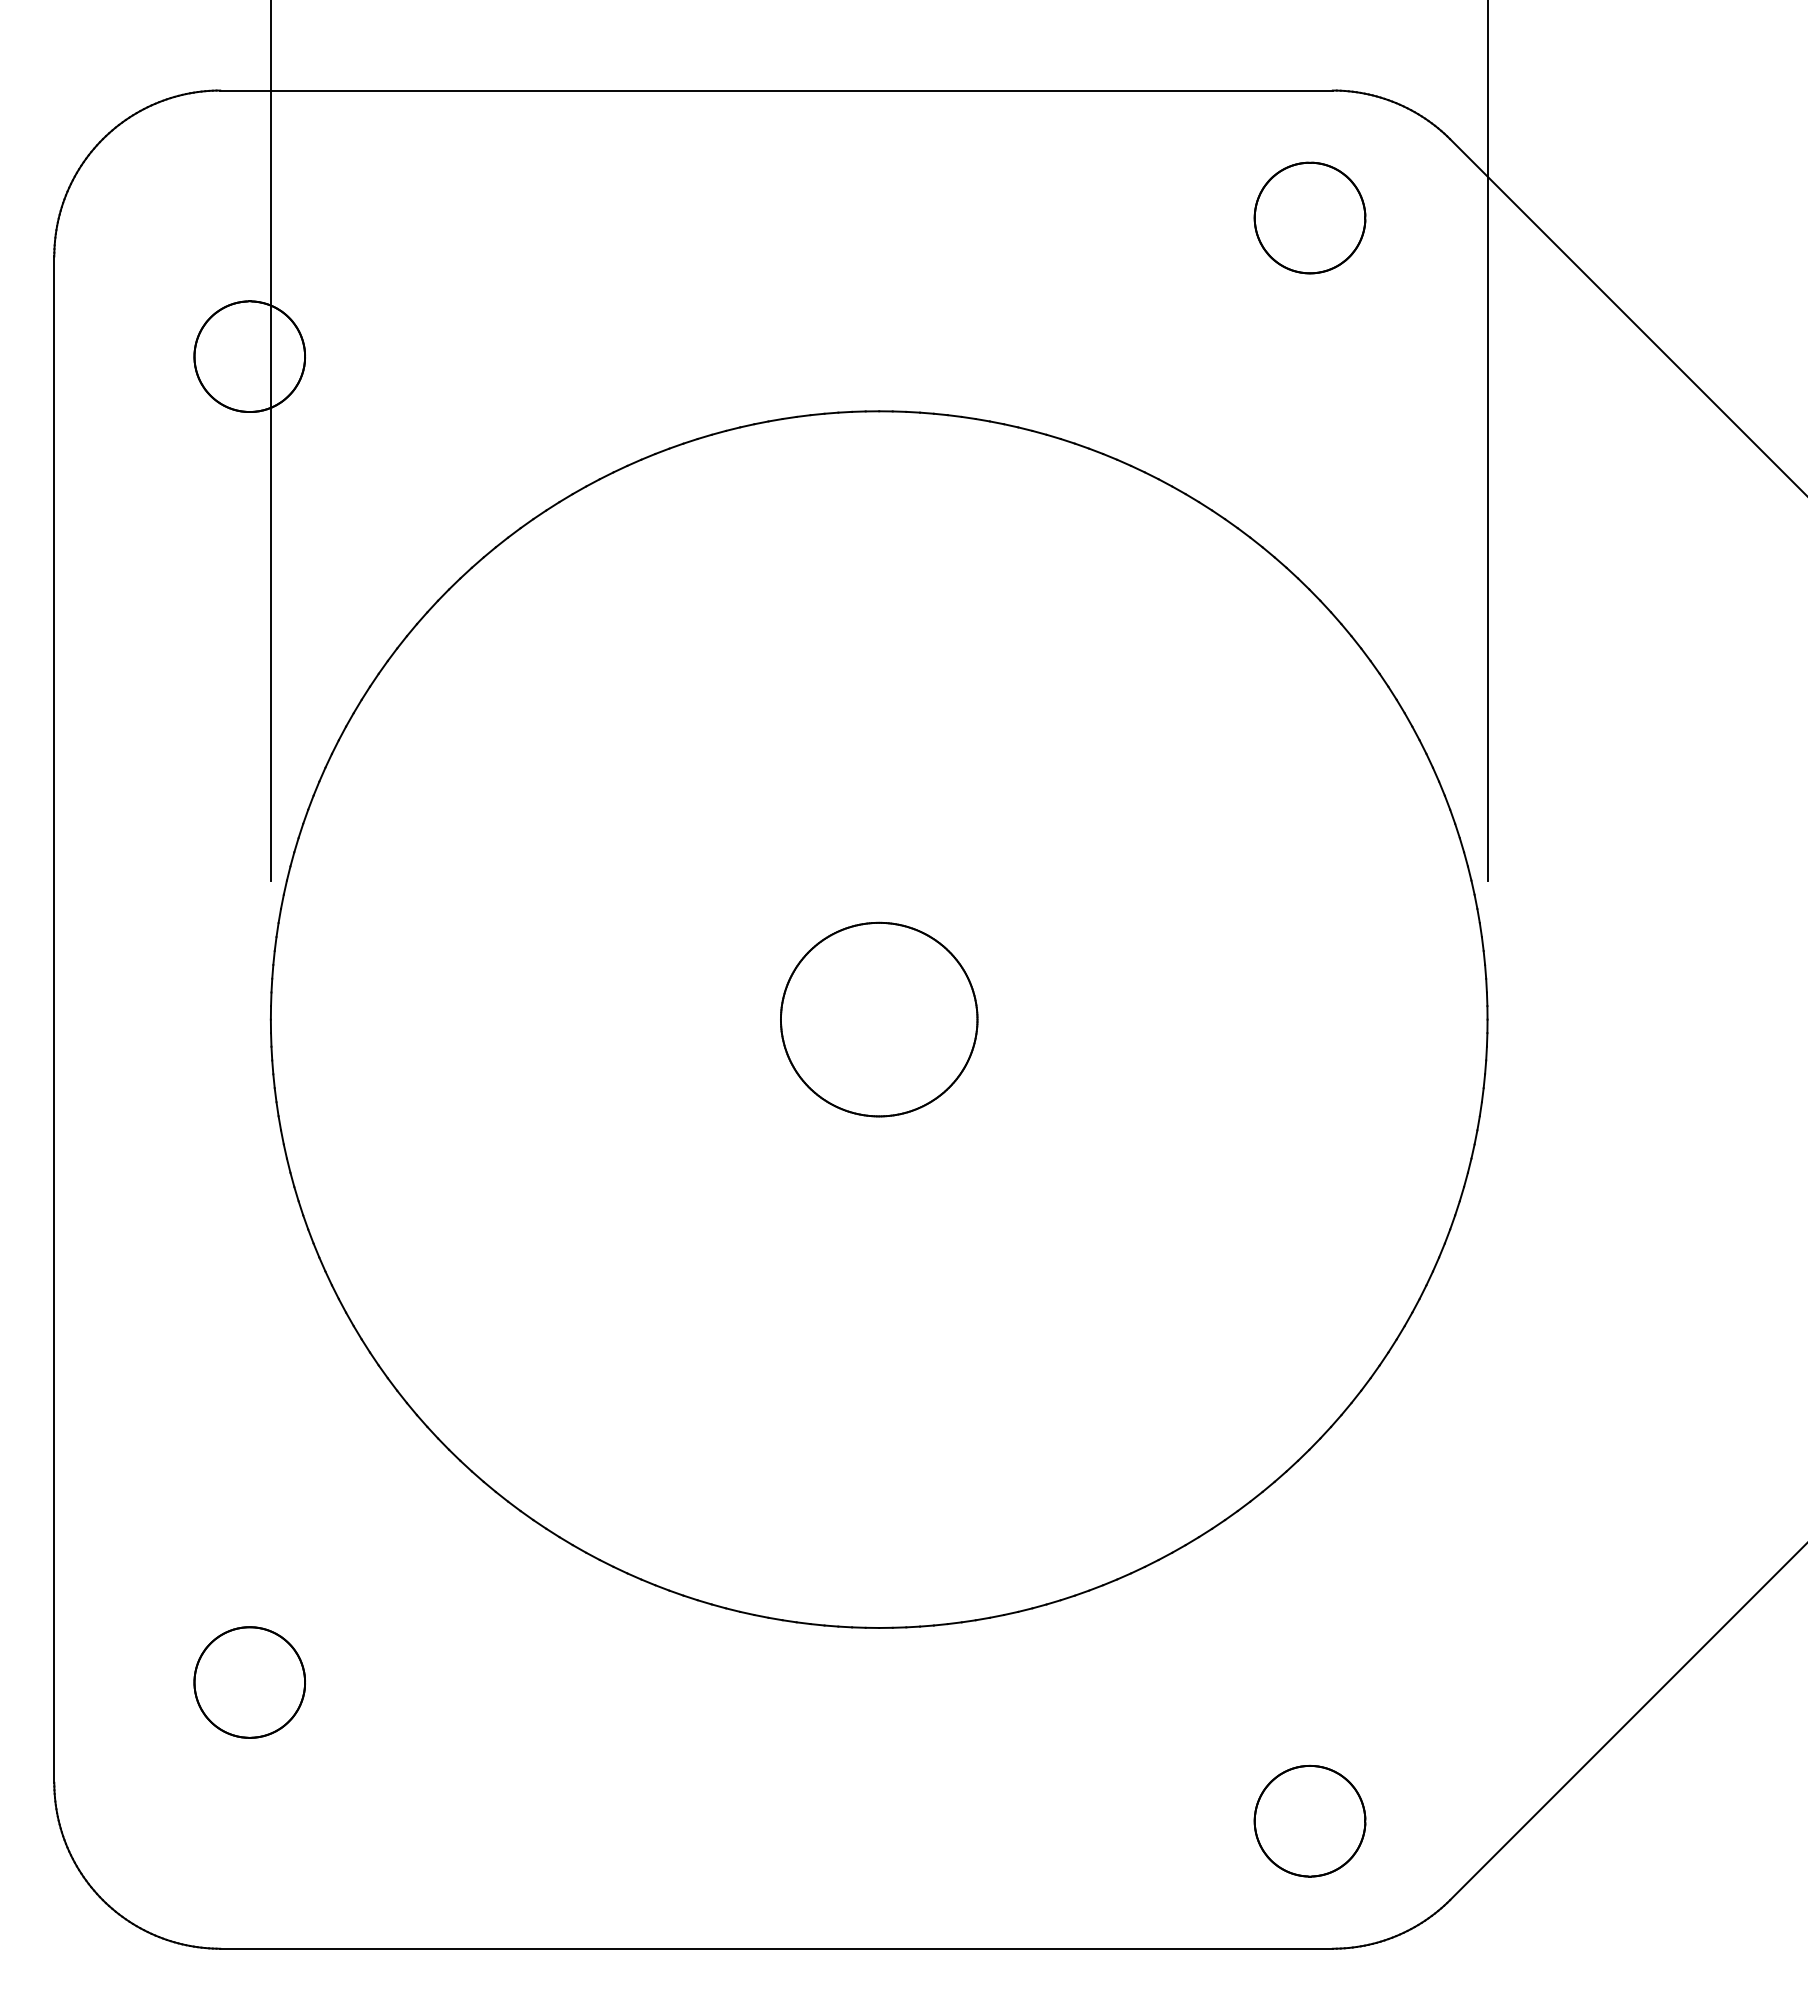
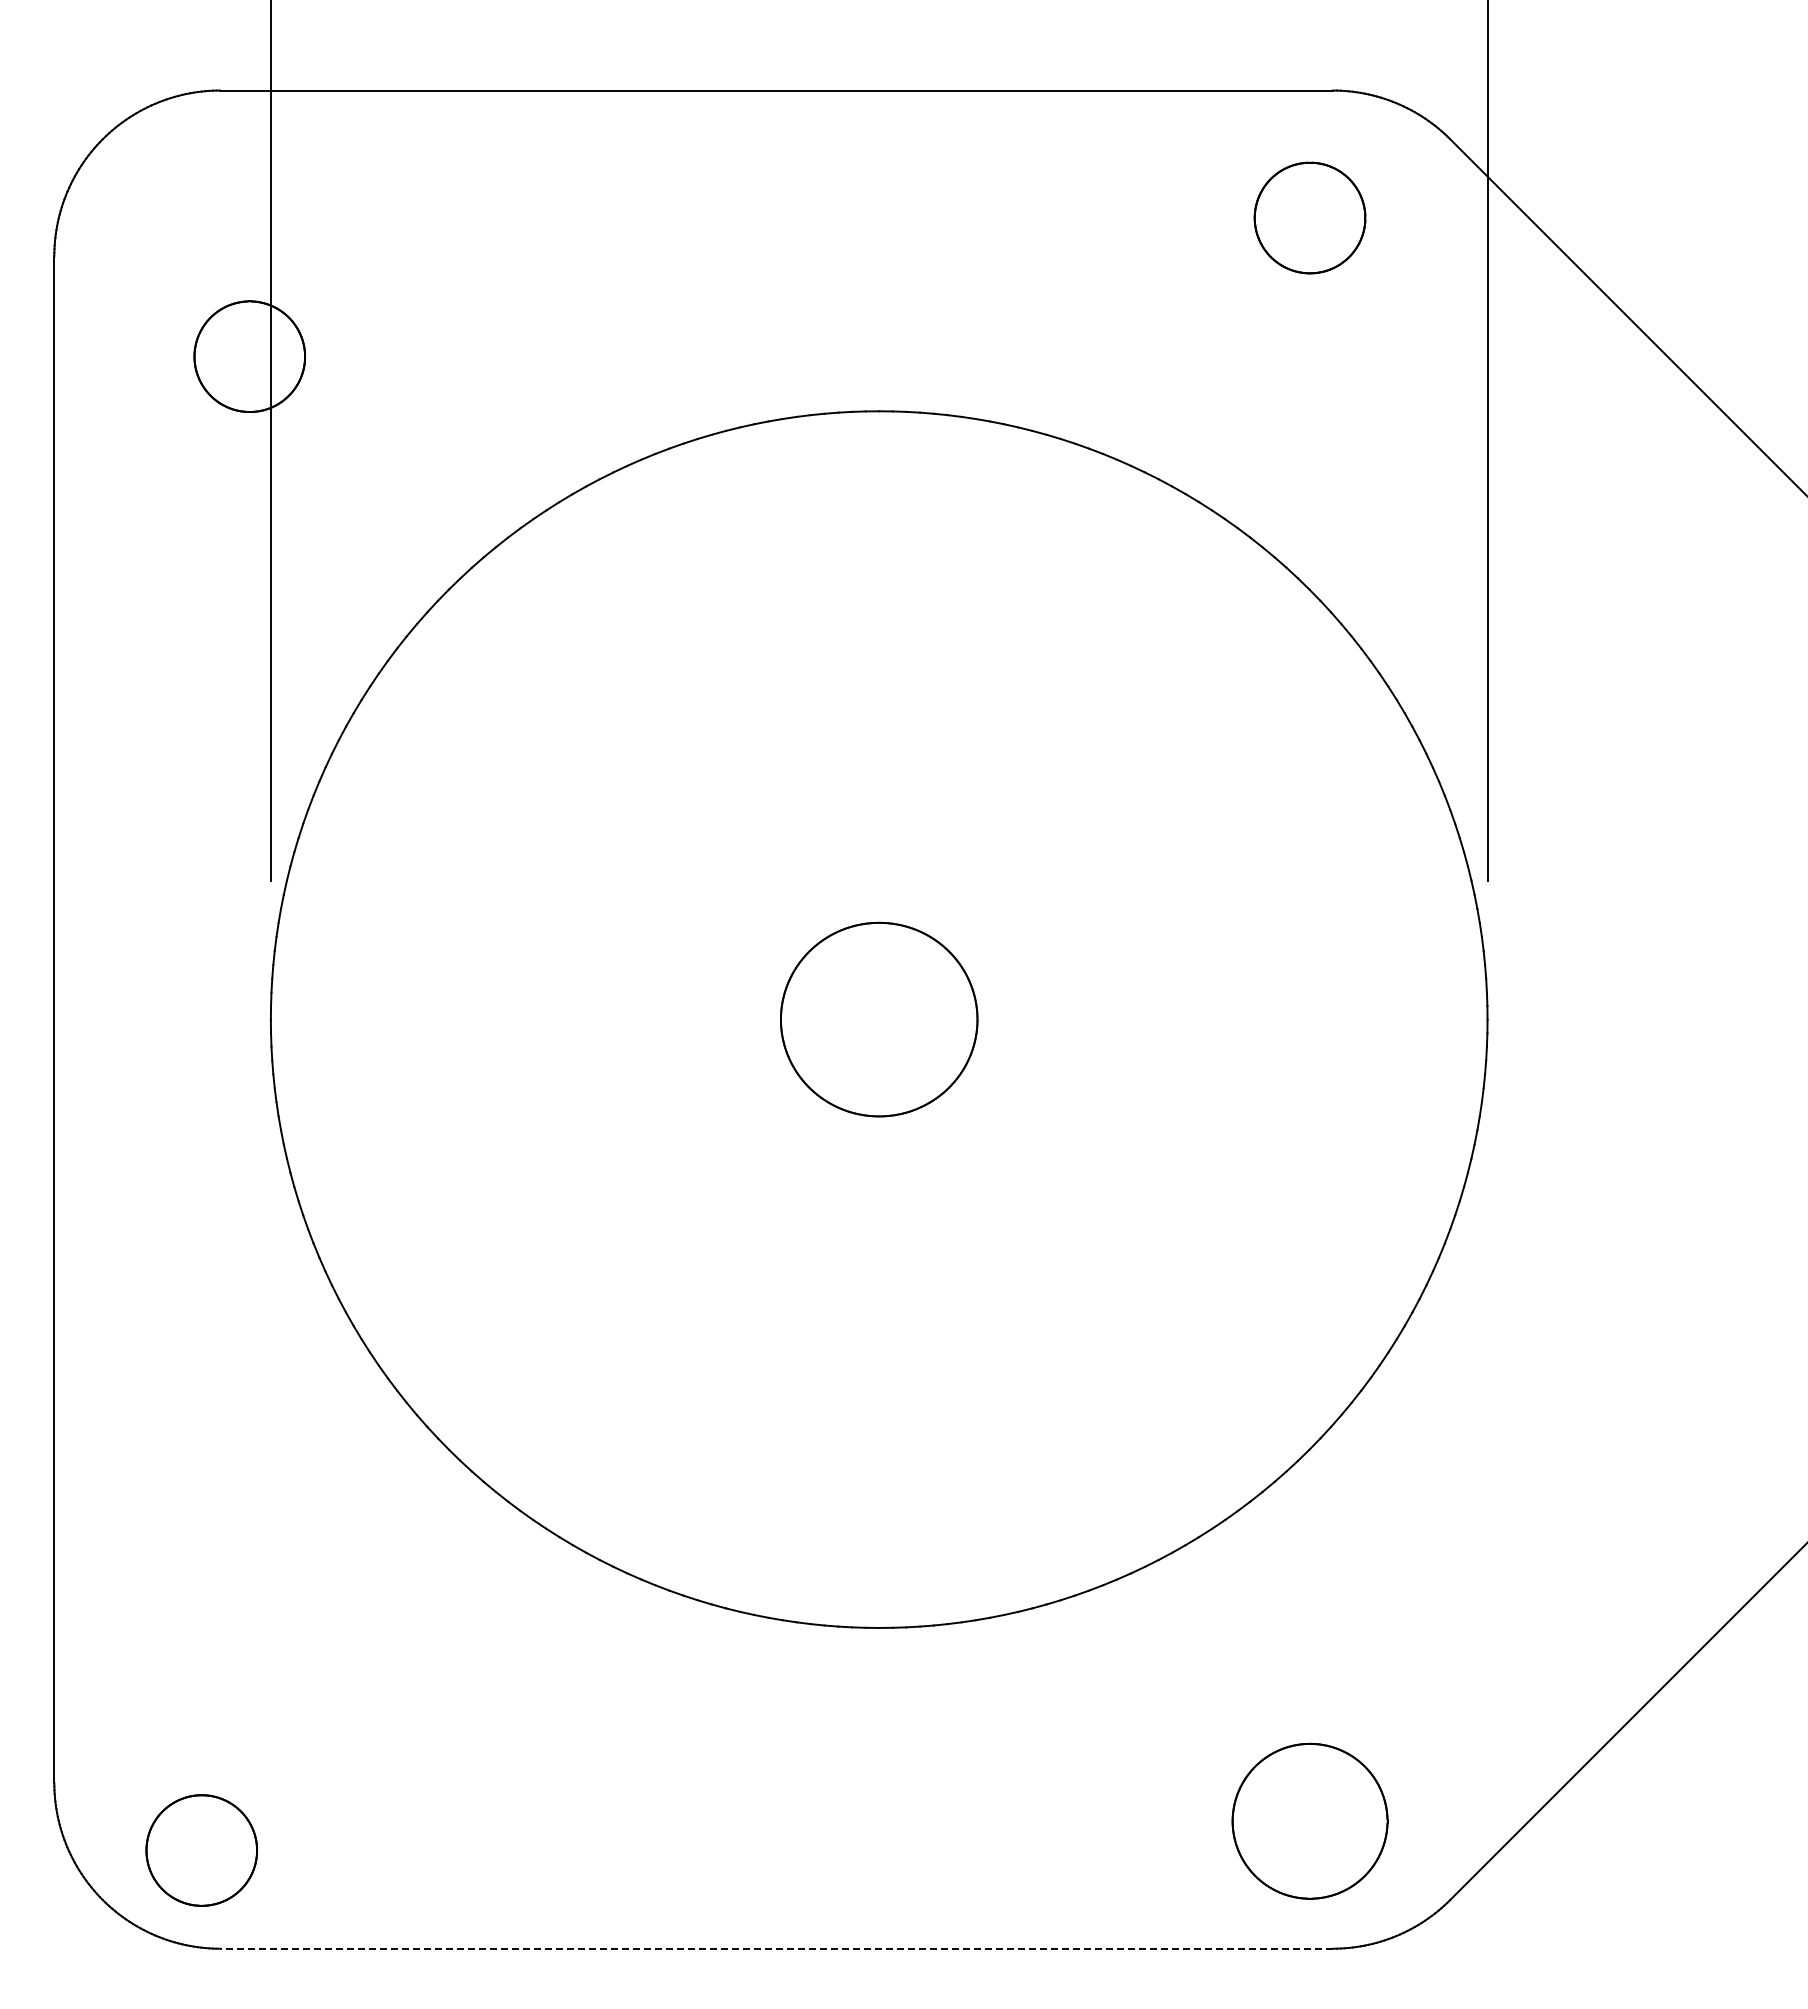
part at (249, 1682) position: (249, 1682) -> (201, 1850)
part at (1309, 1820) size: 114x114 px -> 158x158 px
line at (776, 1948): solid -> dashed
